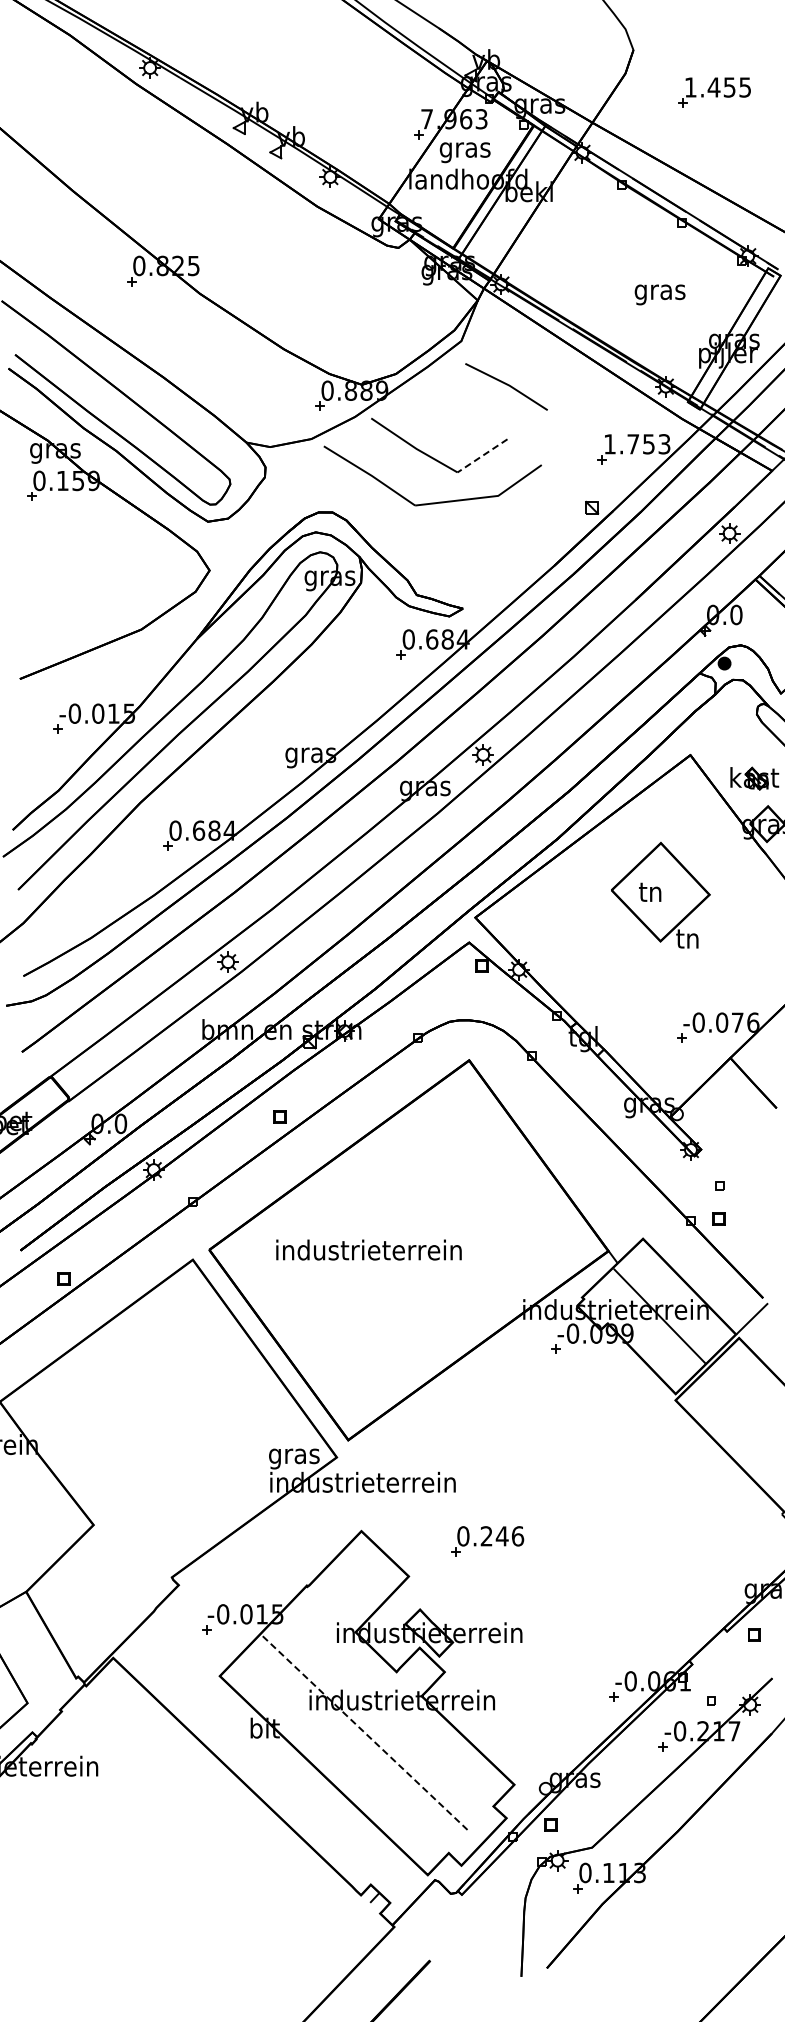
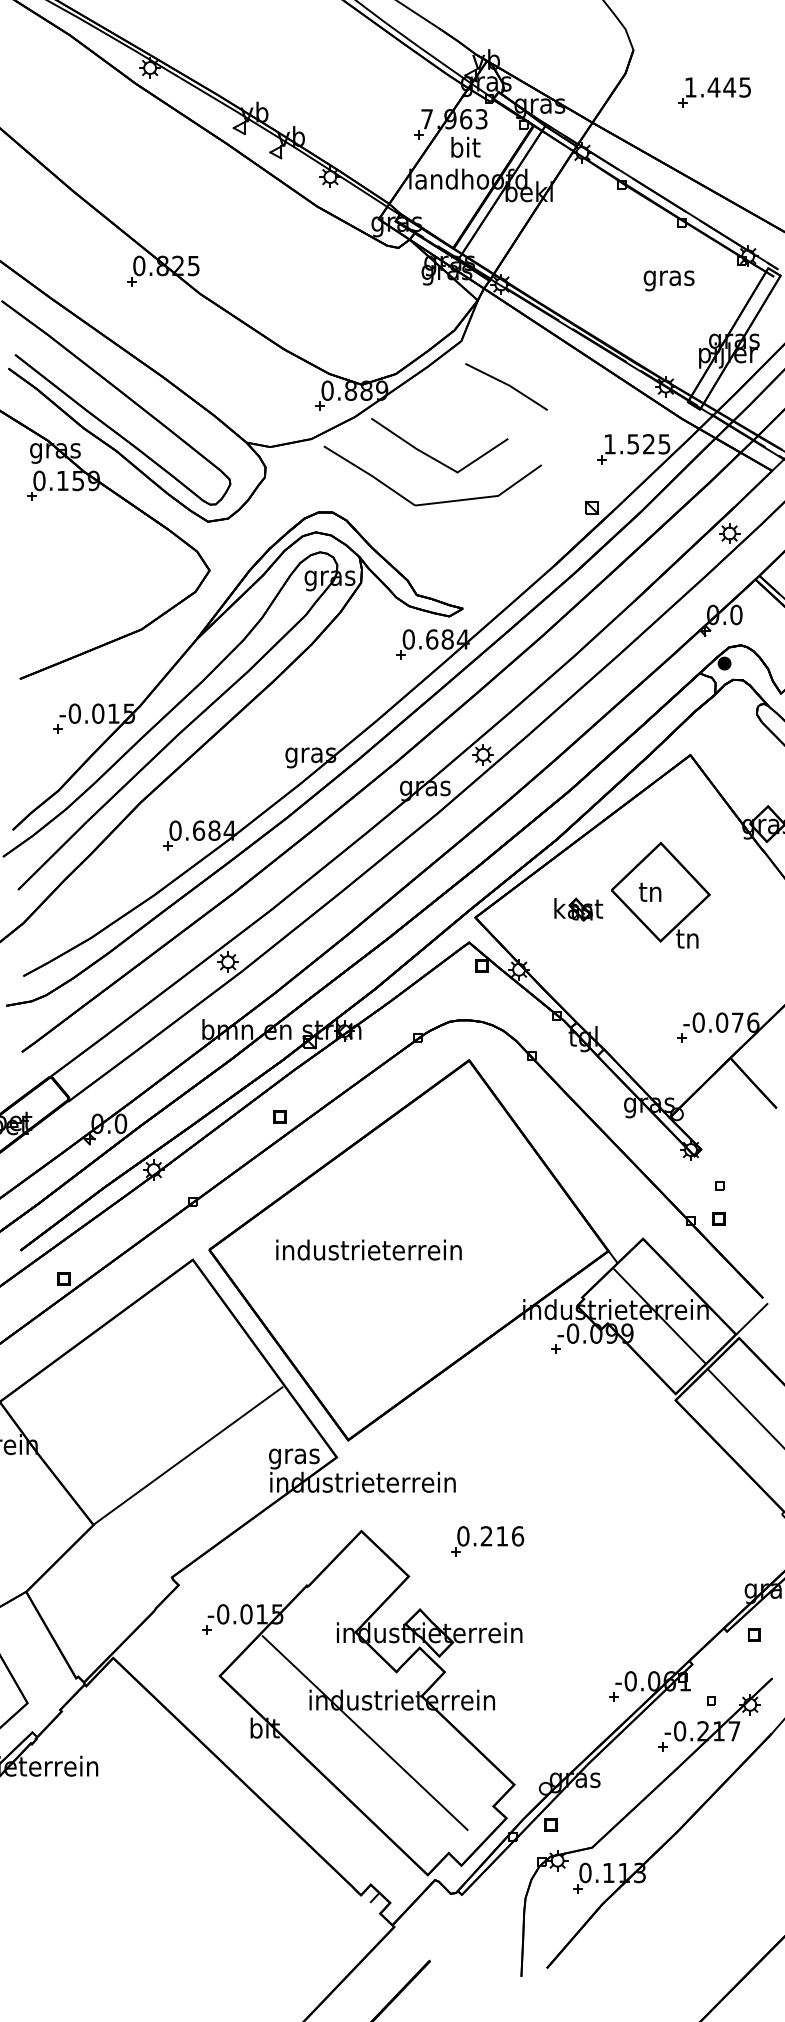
text at (729, 87): 1.455 -> 1.445
text at (464, 149): gras -> bit
text at (659, 294) position: (659, 294) -> (668, 280)
text at (648, 444): 1.753 -> 1.525
line at (482, 455): dashed -> solid
part at (754, 778) position: (754, 778) -> (578, 909)
line at (744, 1407): none -> present
line at (187, 1455): none -> present
text at (501, 1536): 0.246 -> 0.216
line at (365, 1733): dashed -> solid
